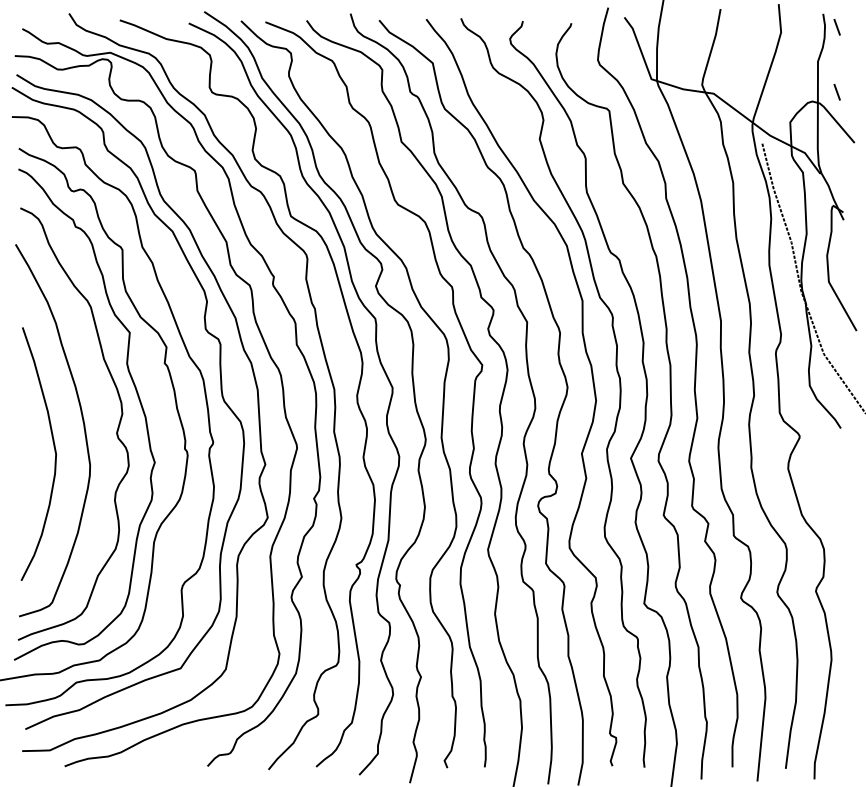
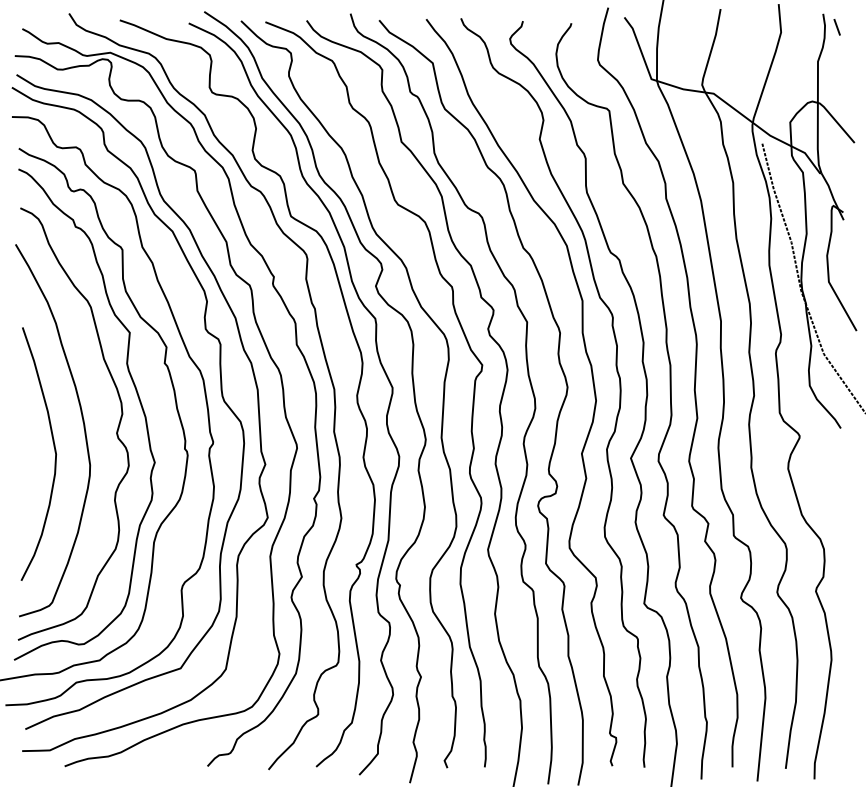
line at (836, 92): present -> none
